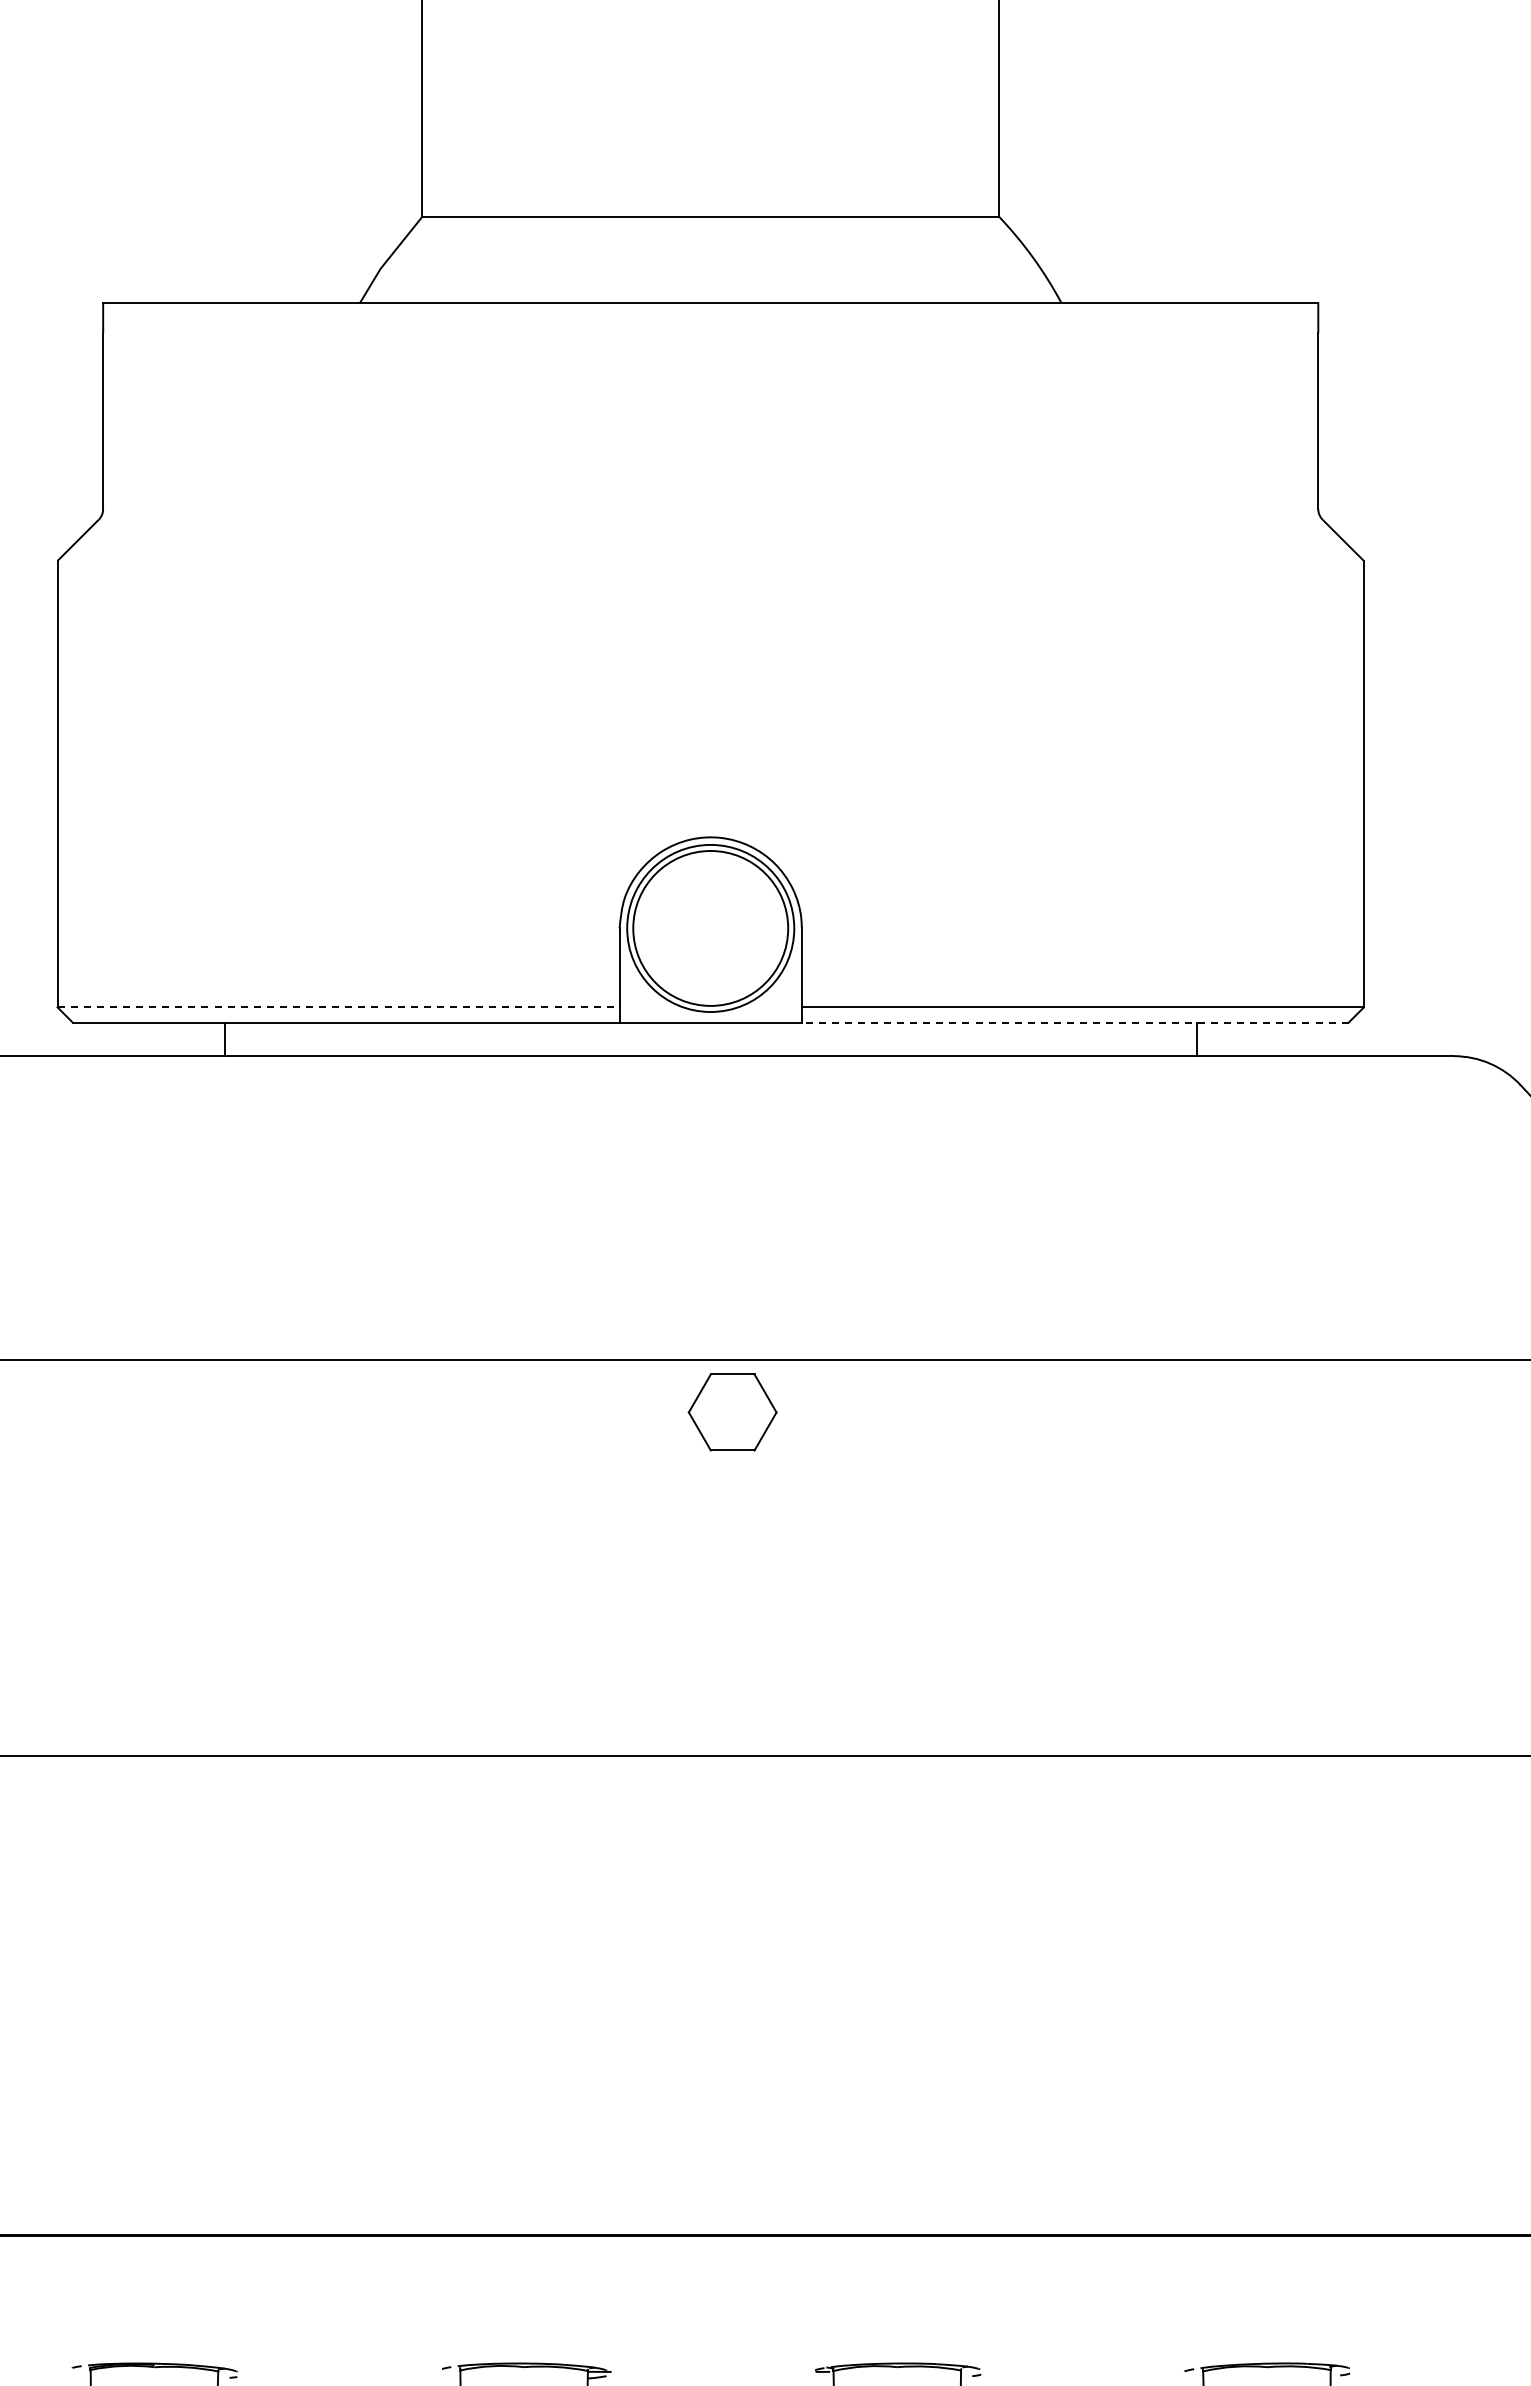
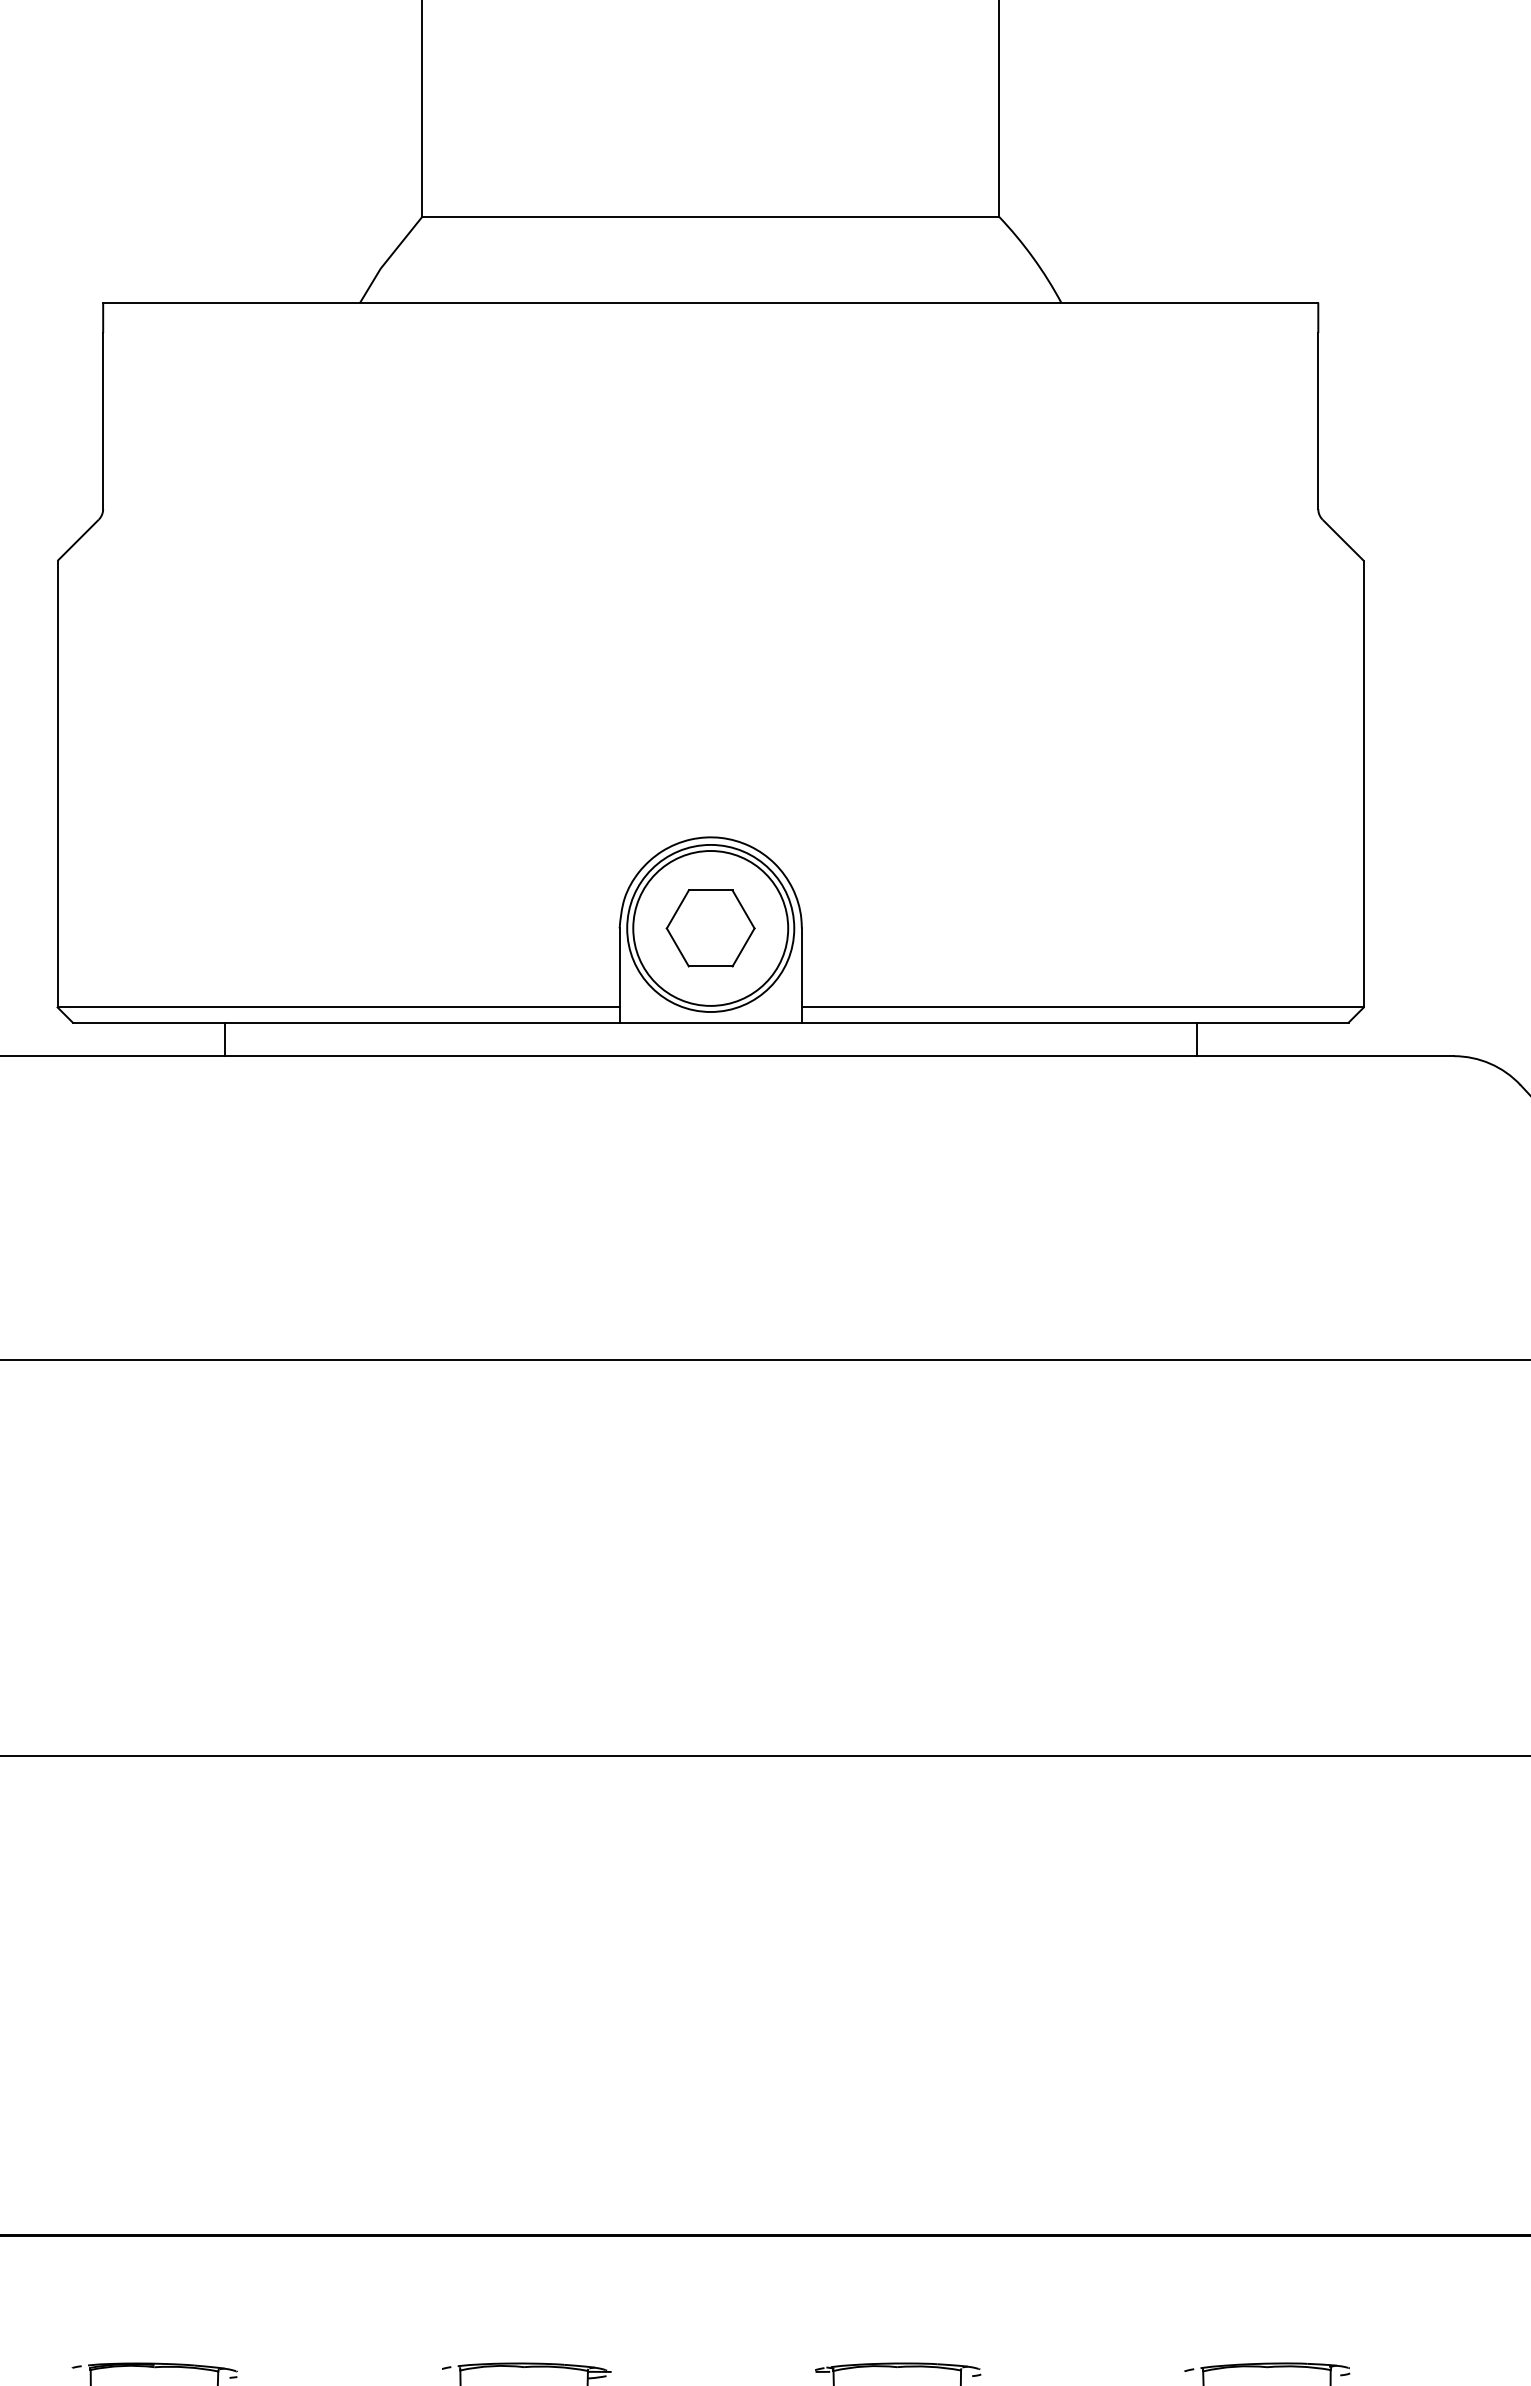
line at (338, 1007): dashed -> solid
line at (1074, 1022): dashed -> solid
part at (732, 1412) position: (732, 1412) -> (710, 928)
